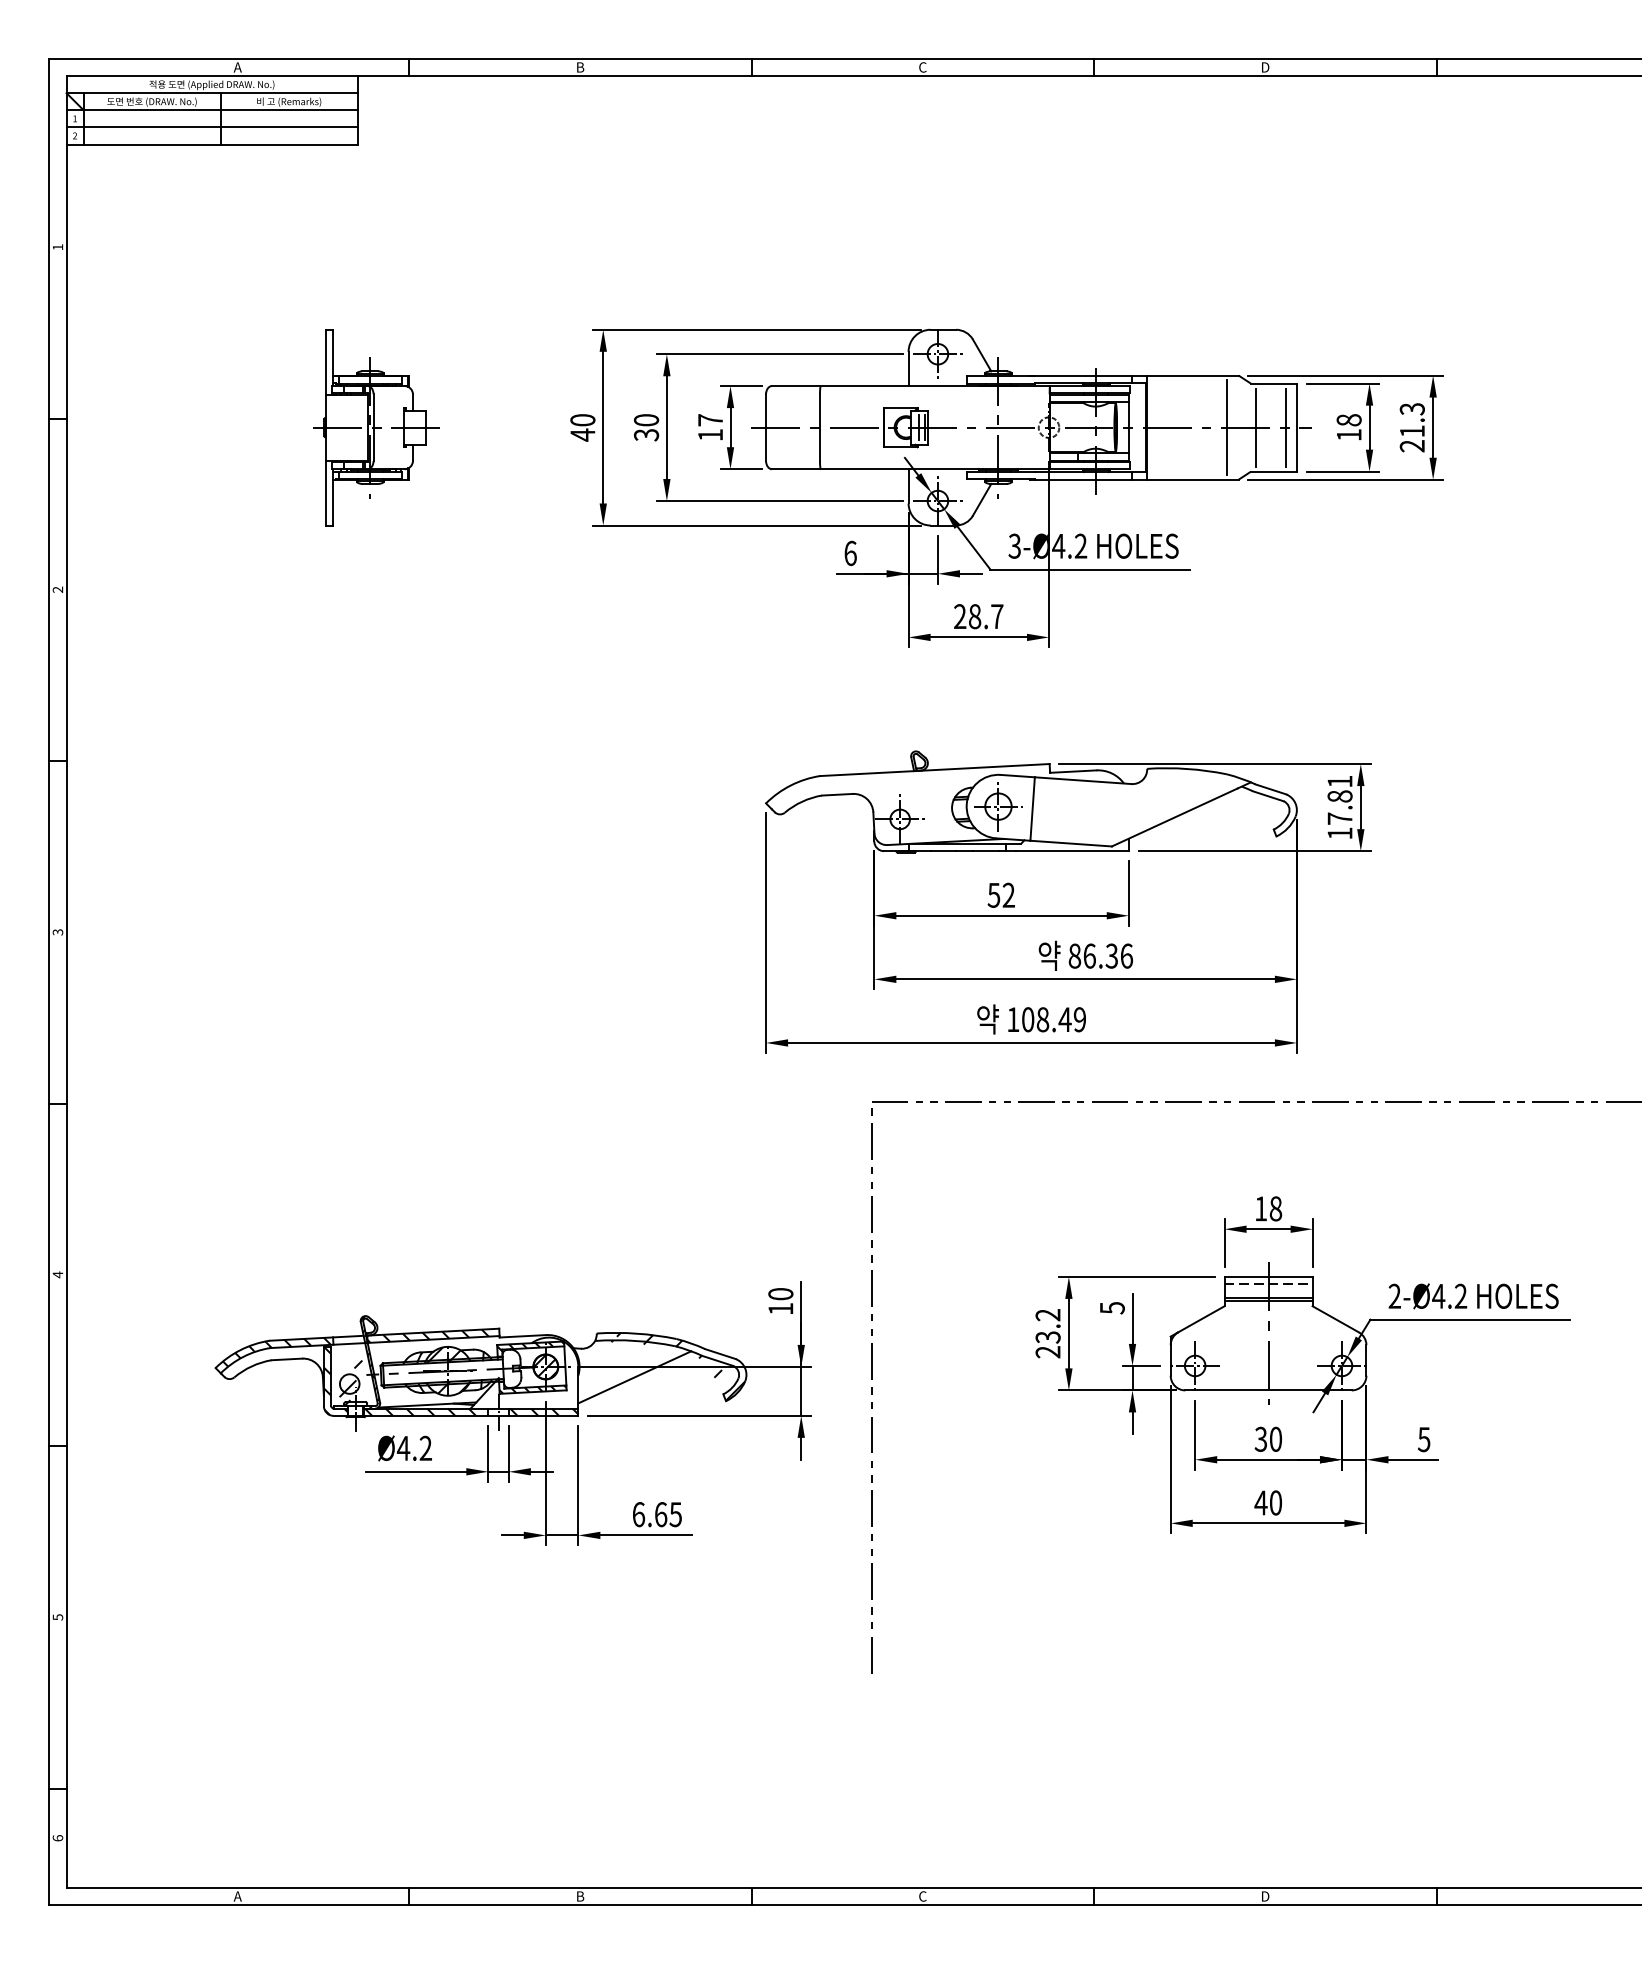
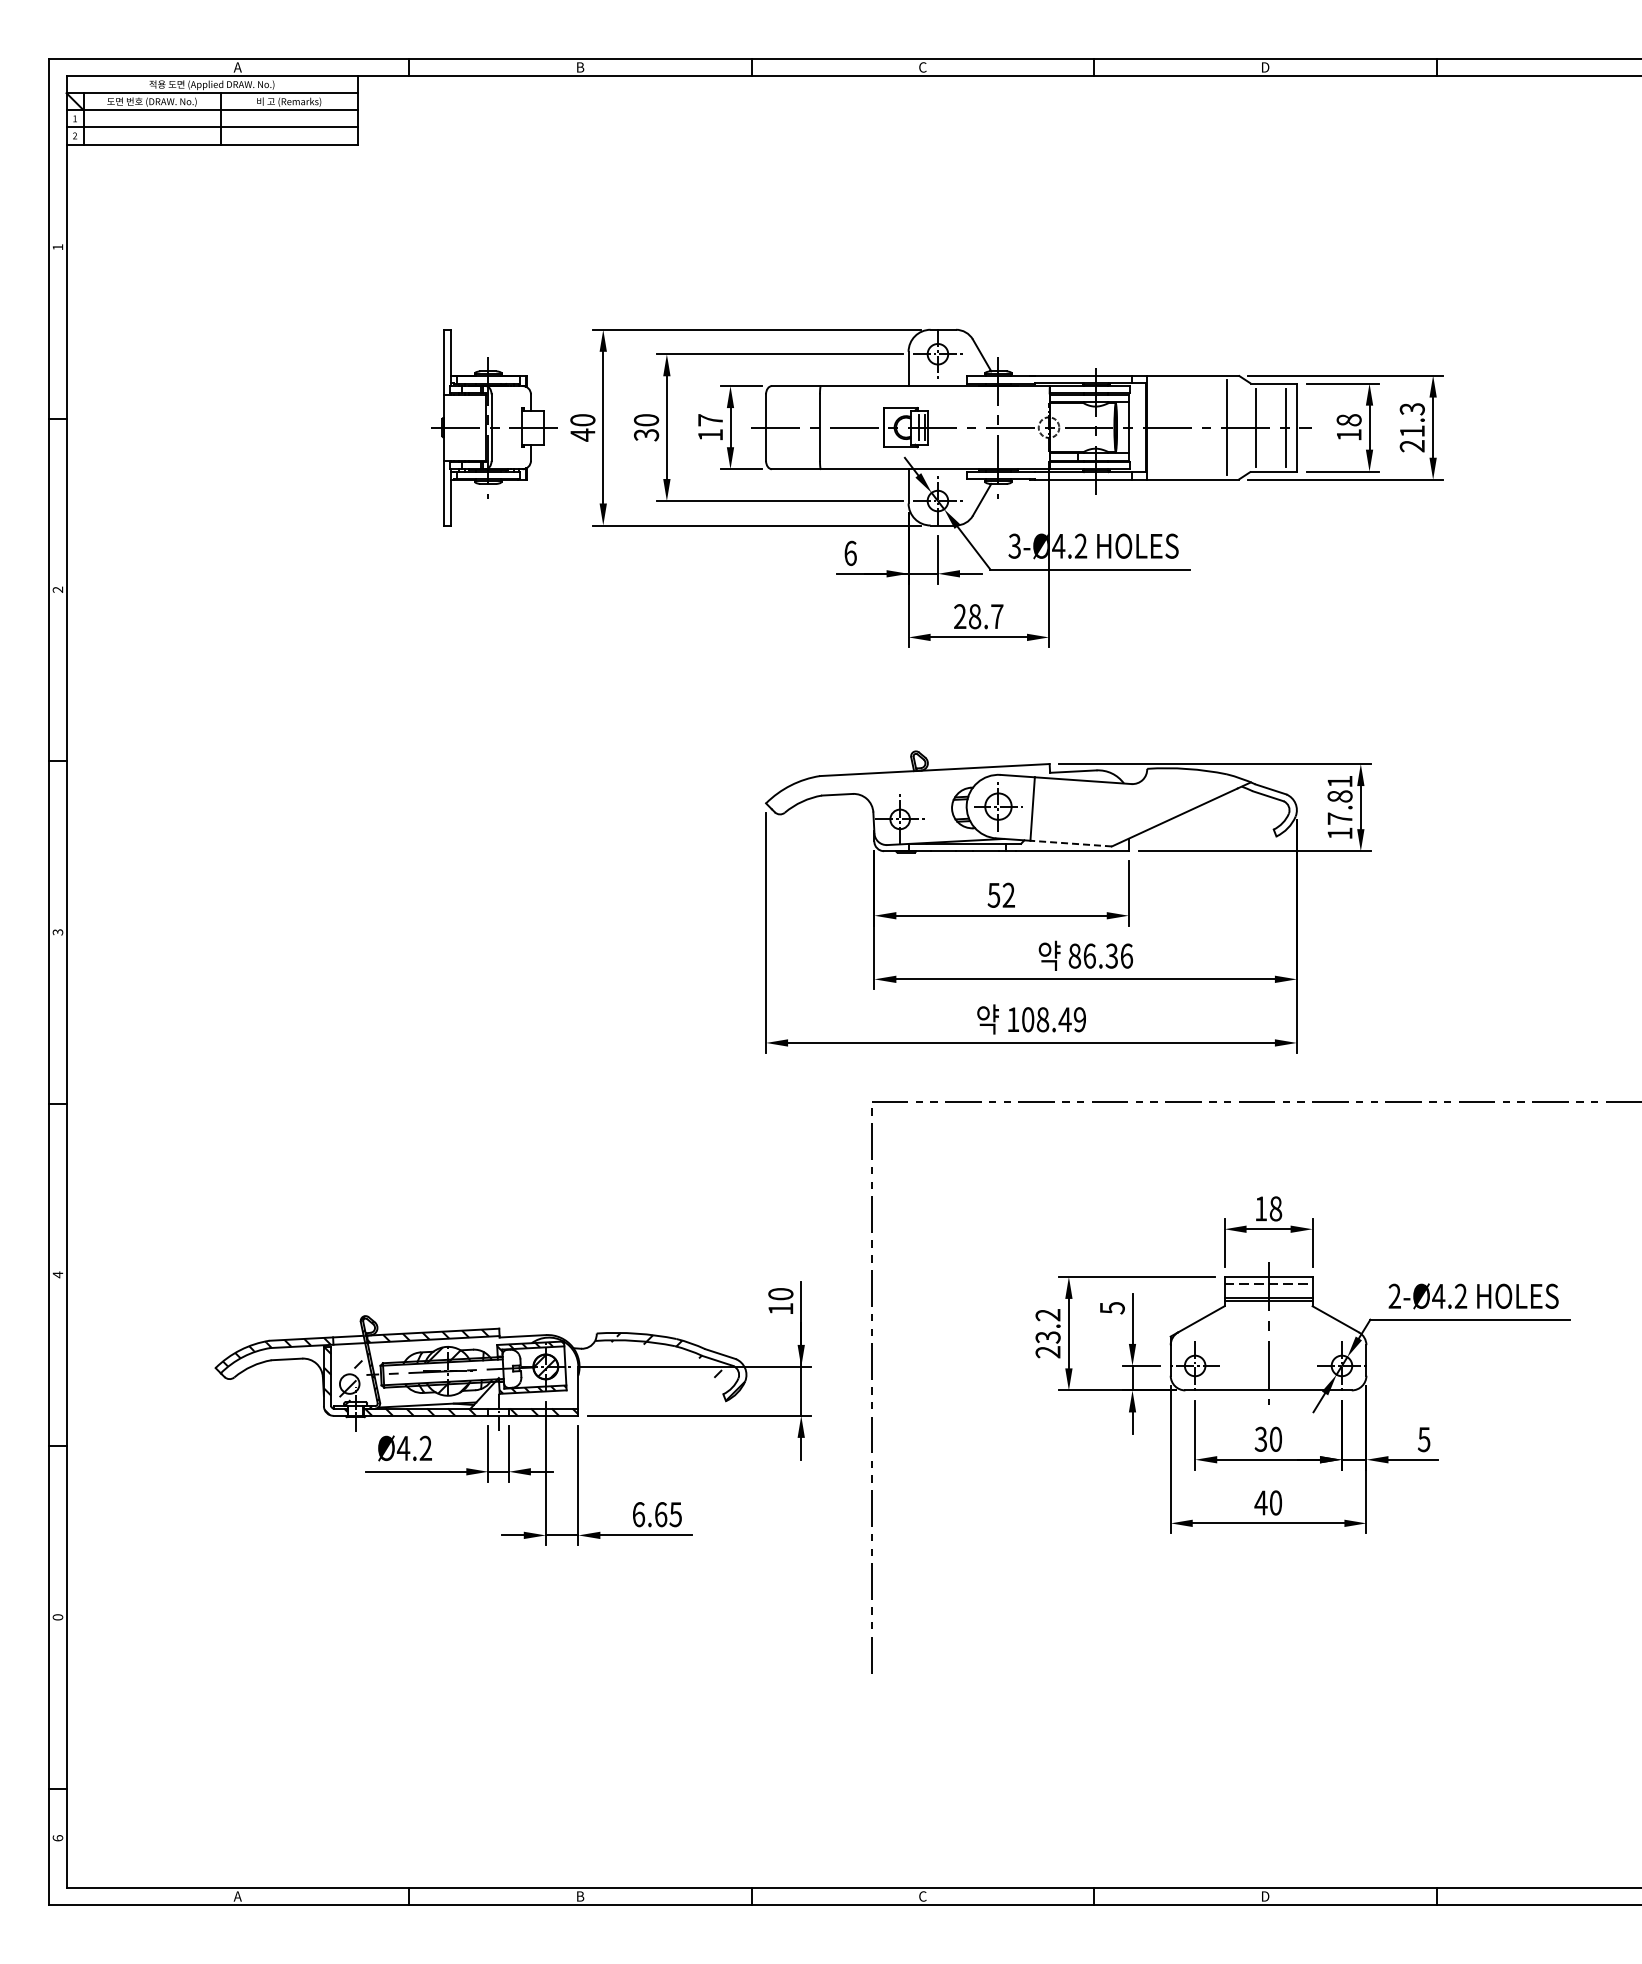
part at (376, 427) position: (376, 427) -> (494, 427)
line at (1071, 843): solid -> dashed
line at (634, 1377): present -> none
text at (57, 1617): 5 -> 0
